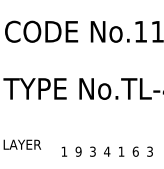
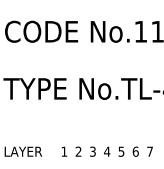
text at (22, 144) position: (22, 144) -> (23, 151)
text at (78, 151): 9 -> 2
text at (121, 151): 1 -> 5
text at (149, 151): 3 -> 7
